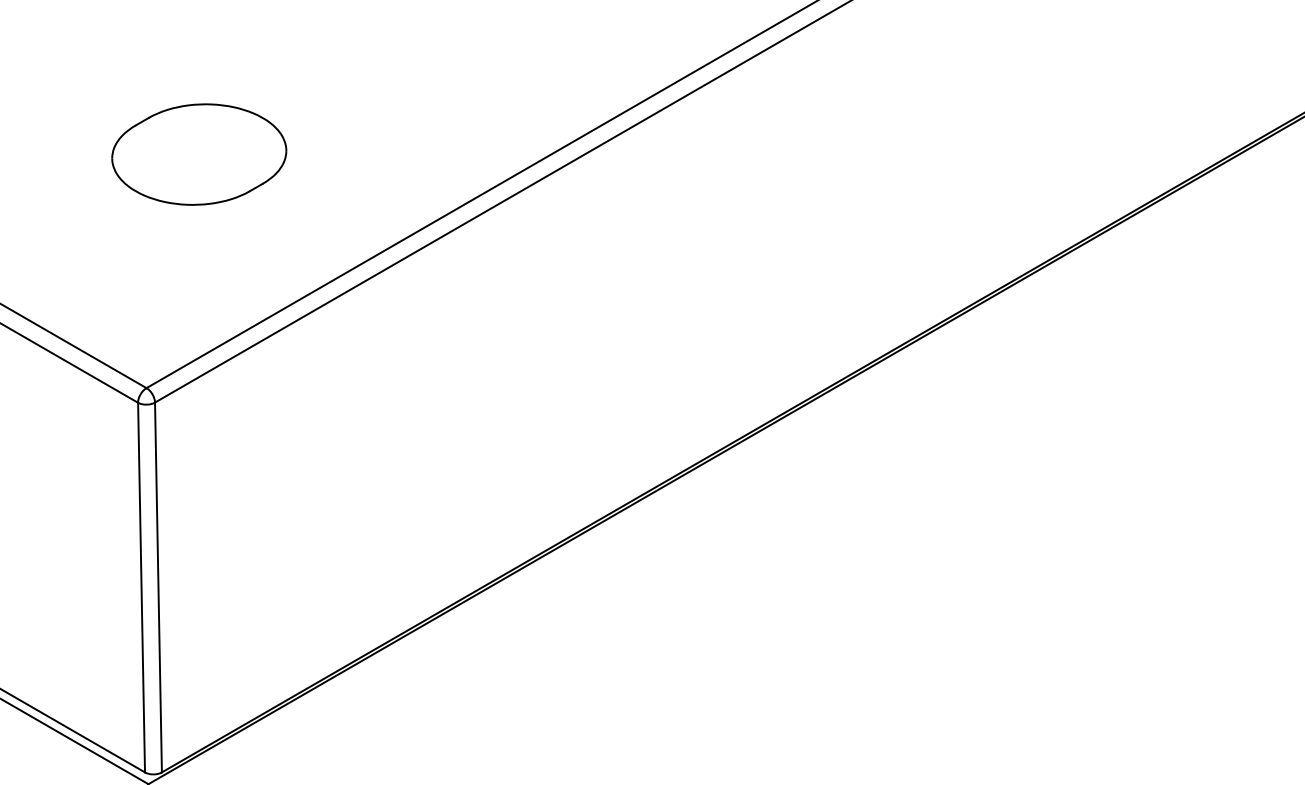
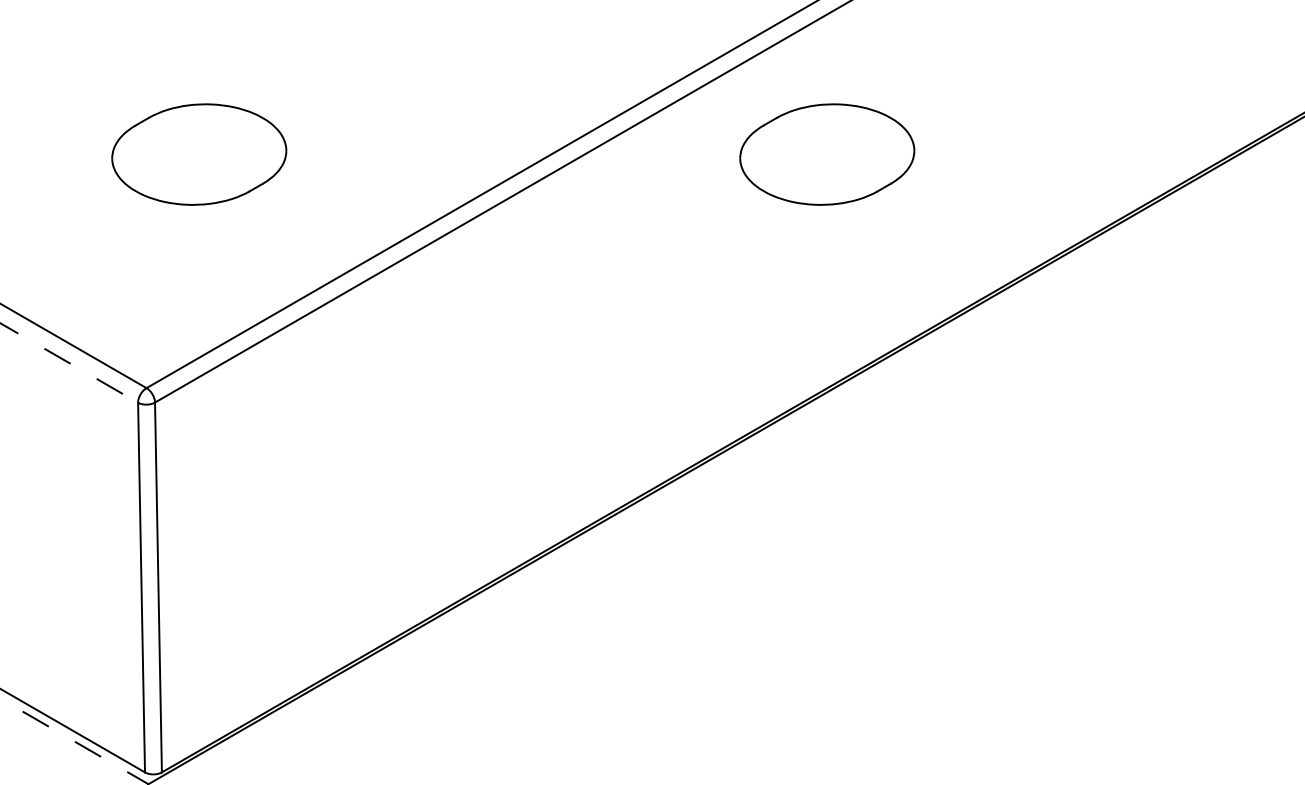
part at (827, 154): none -> present
line at (69, 363): solid -> dashed
line at (75, 741): solid -> dashed
